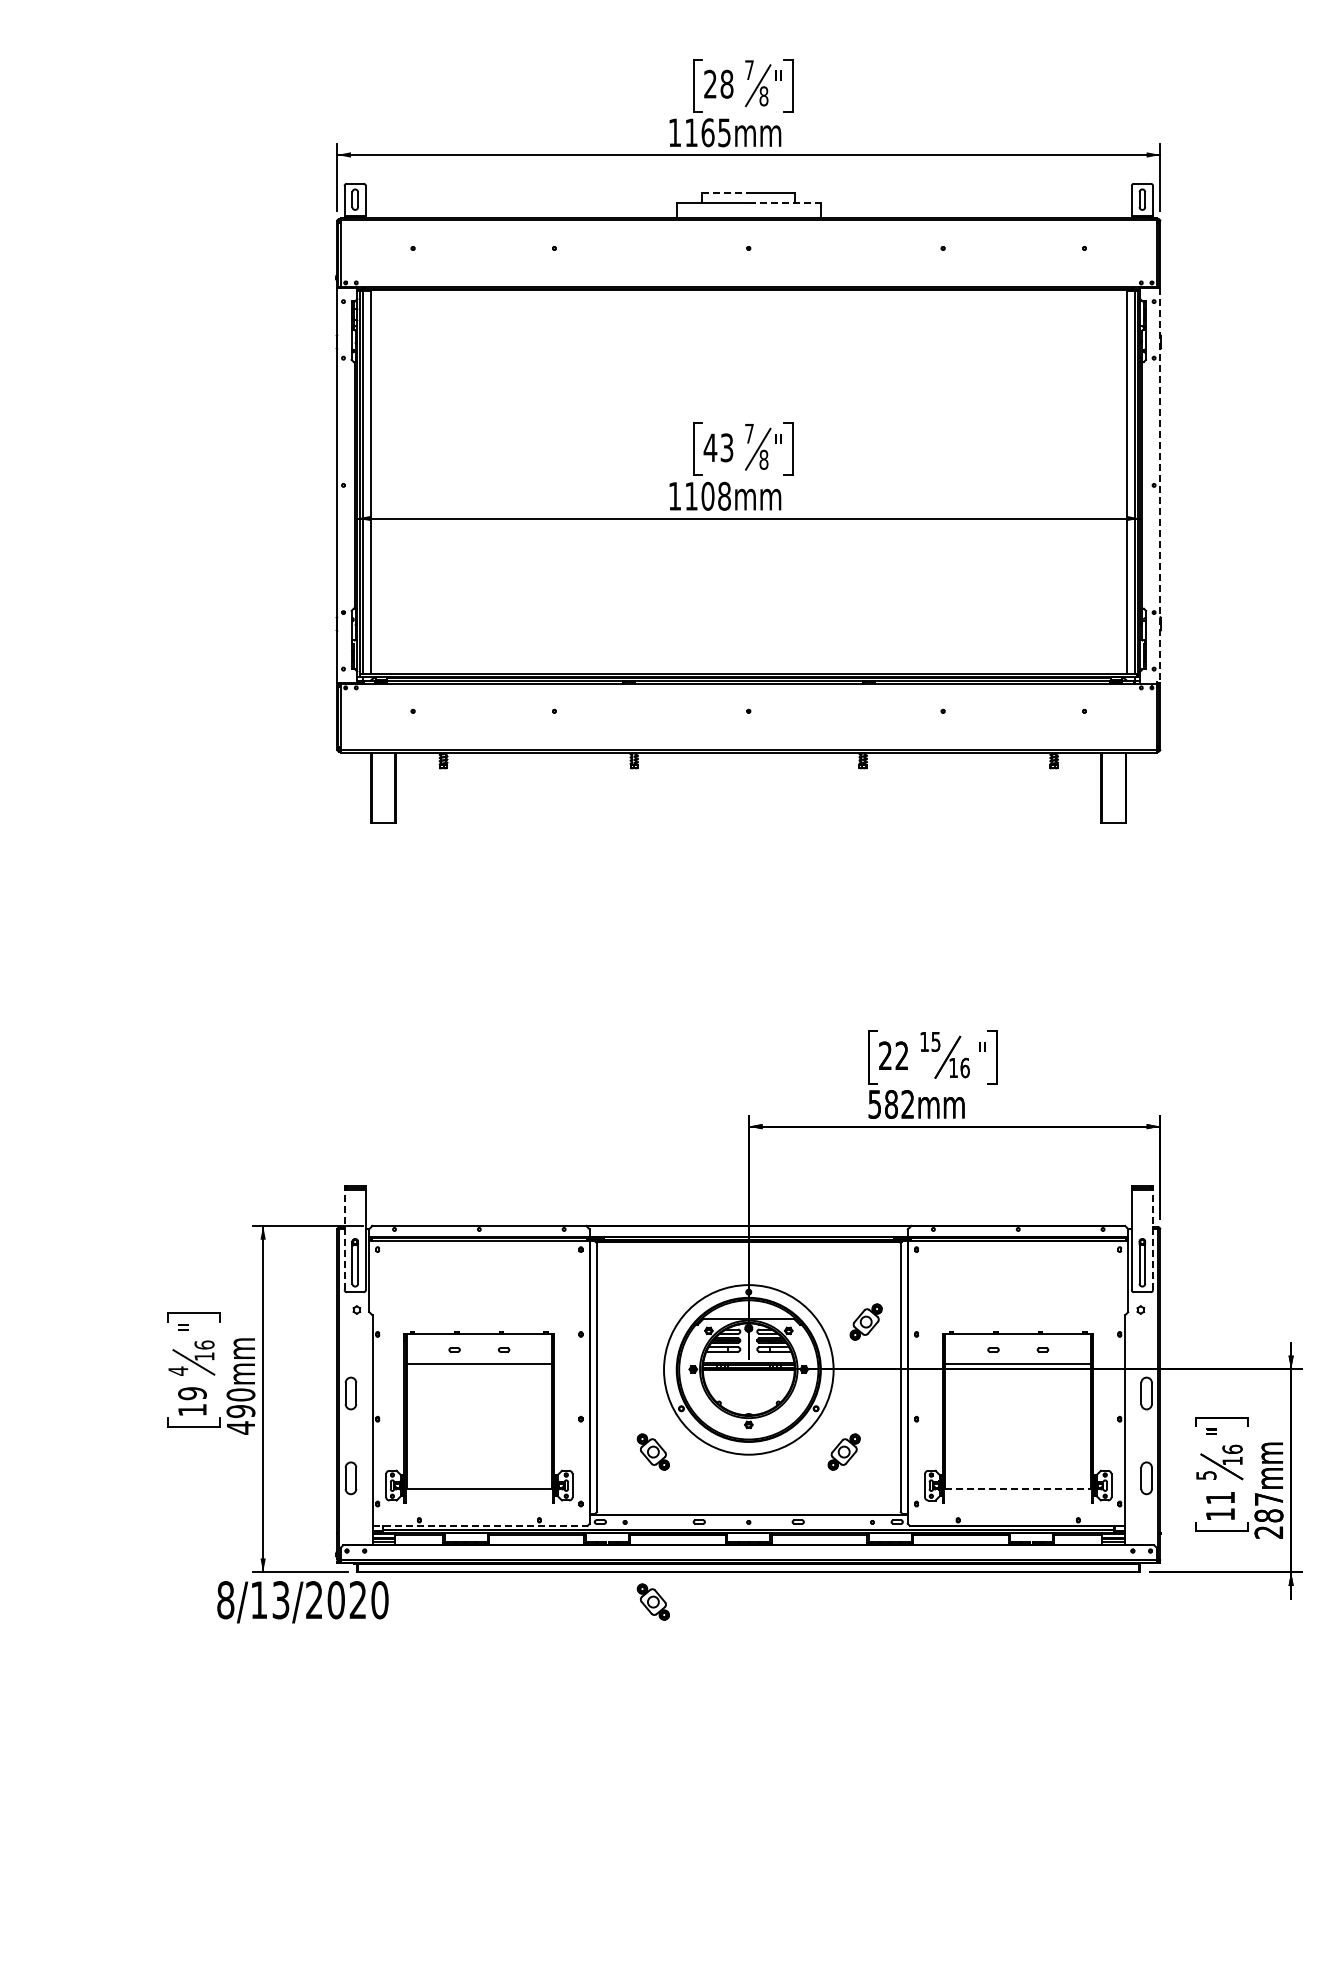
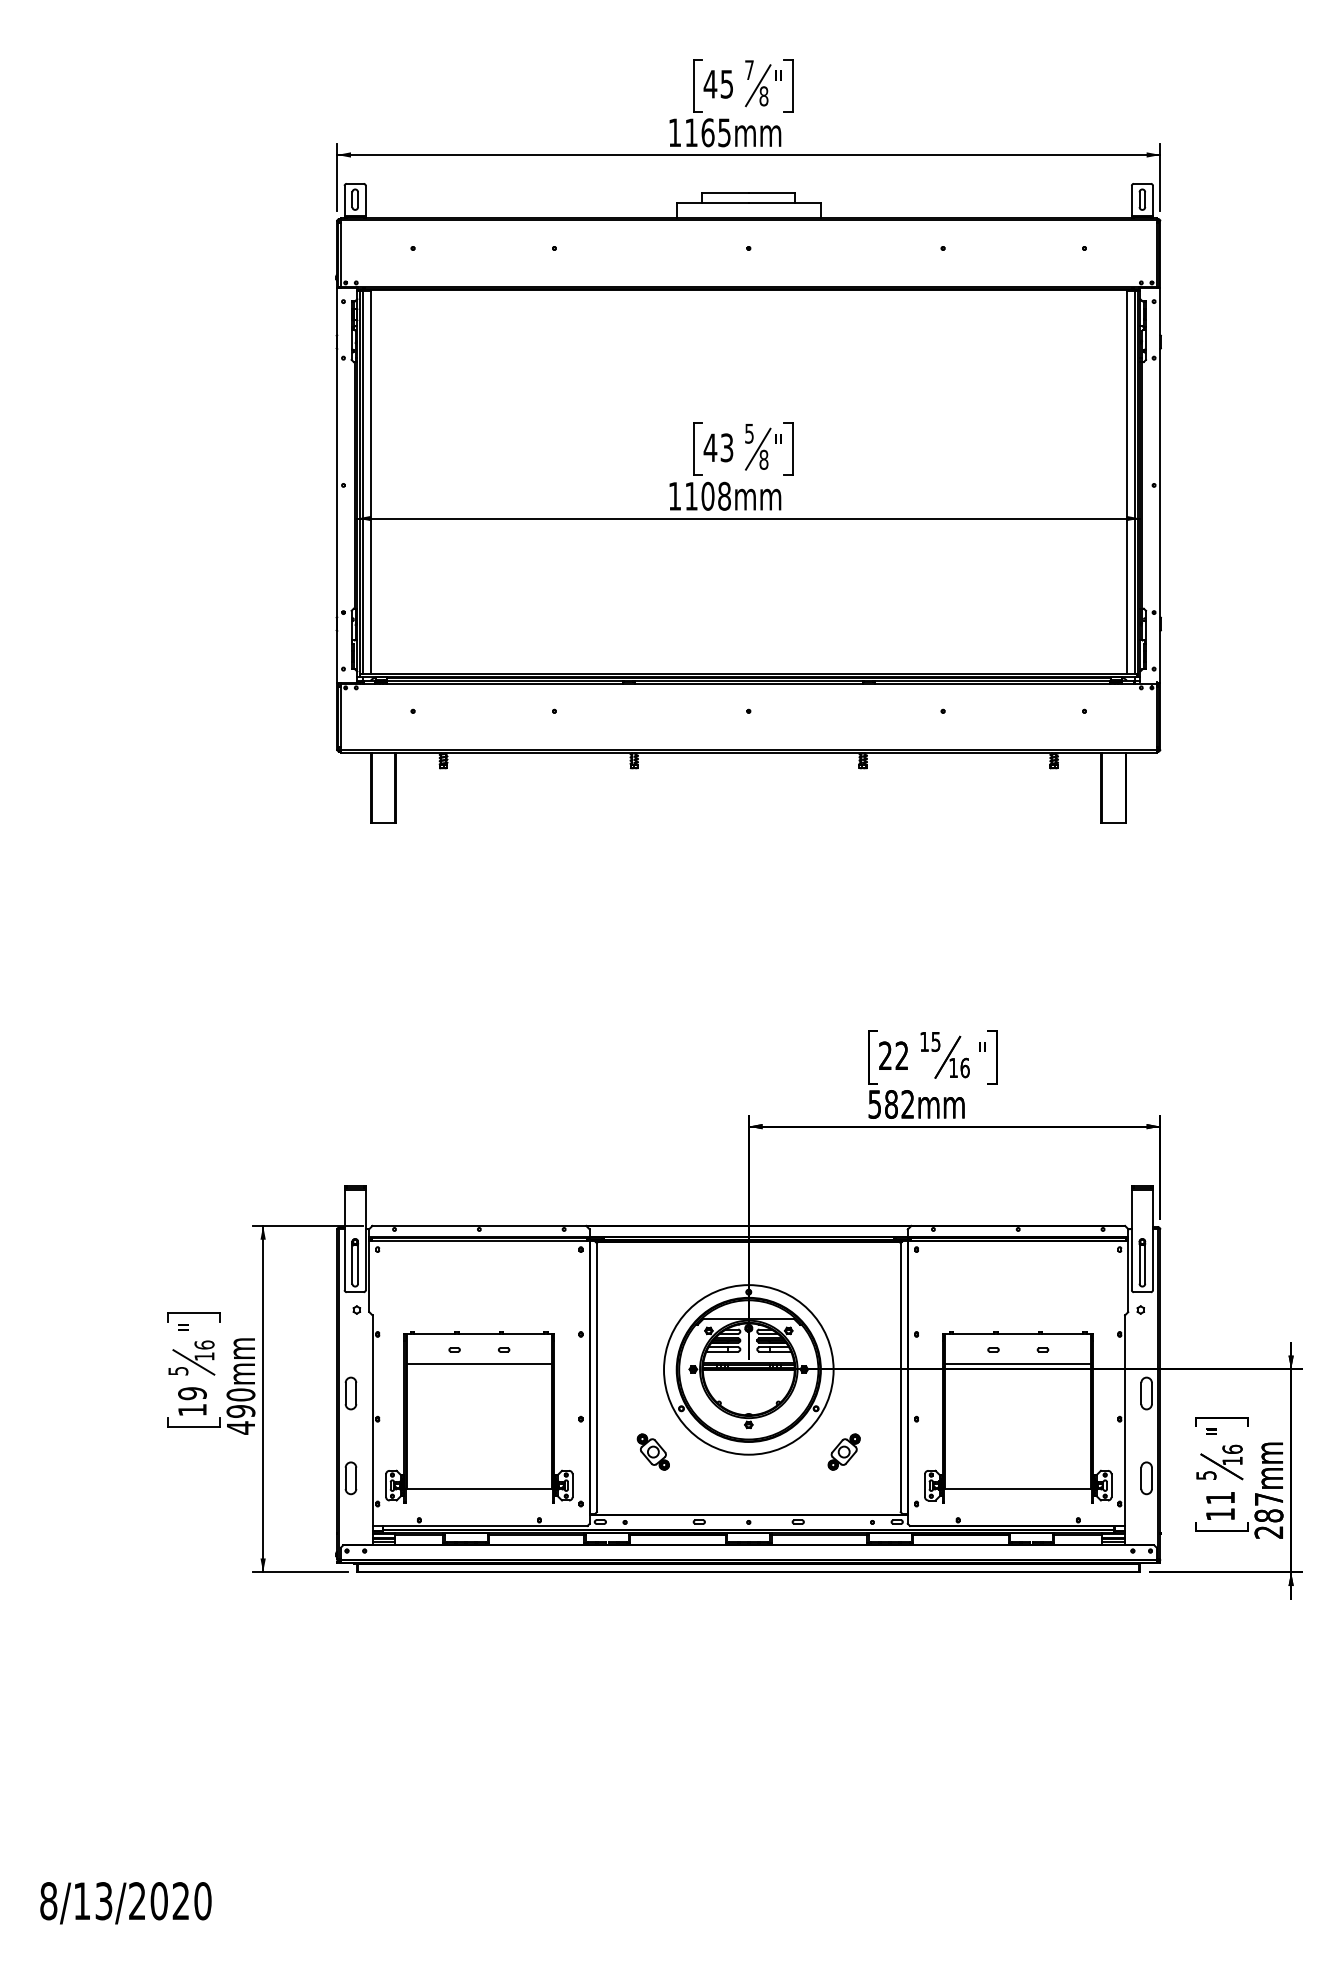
text at (718, 83): 28 -> 45
line at (725, 193): dashed -> solid
line at (785, 202): dashed -> solid
text at (749, 433): 7 -> 5
line at (1160, 485): dashed -> solid
line at (344, 1239): dashed -> solid
line at (1153, 1239): dashed -> solid
part at (865, 1321): present -> none
text at (178, 1370): 4 -> 5
line at (1018, 1489): dashed -> solid
line at (480, 1525): dashed -> solid
part at (652, 1601): present -> none
text at (302, 1602) position: (302, 1602) -> (125, 1903)
